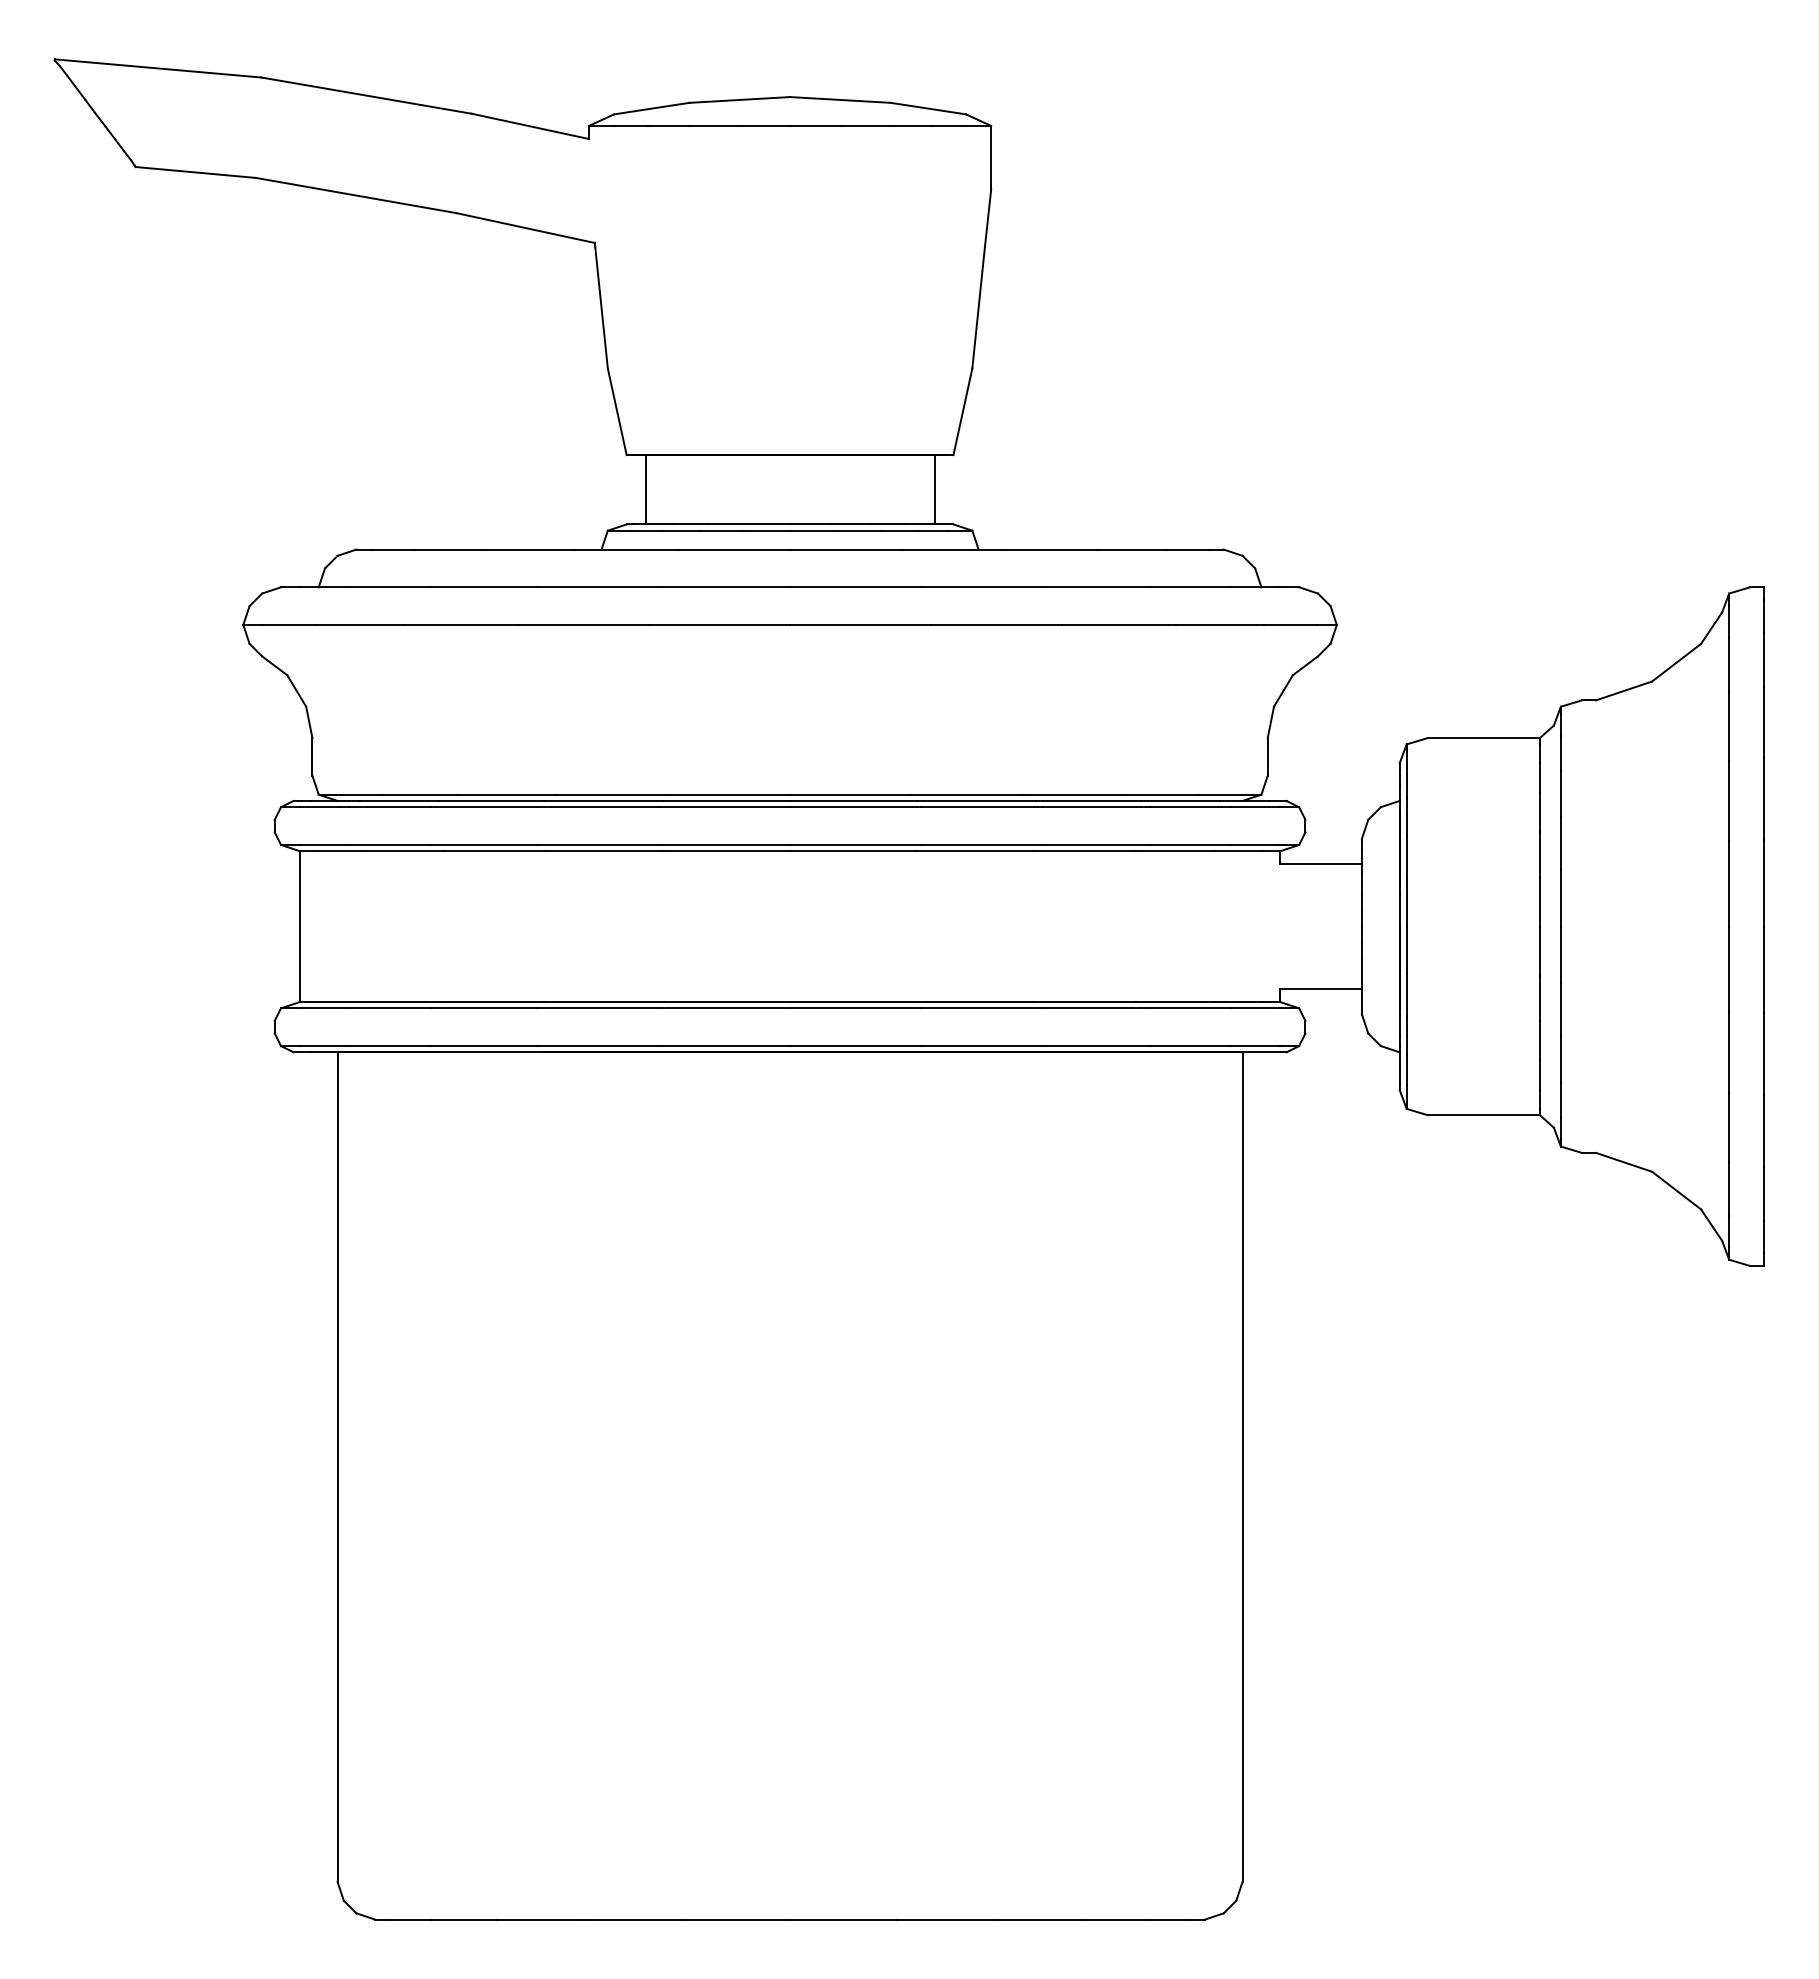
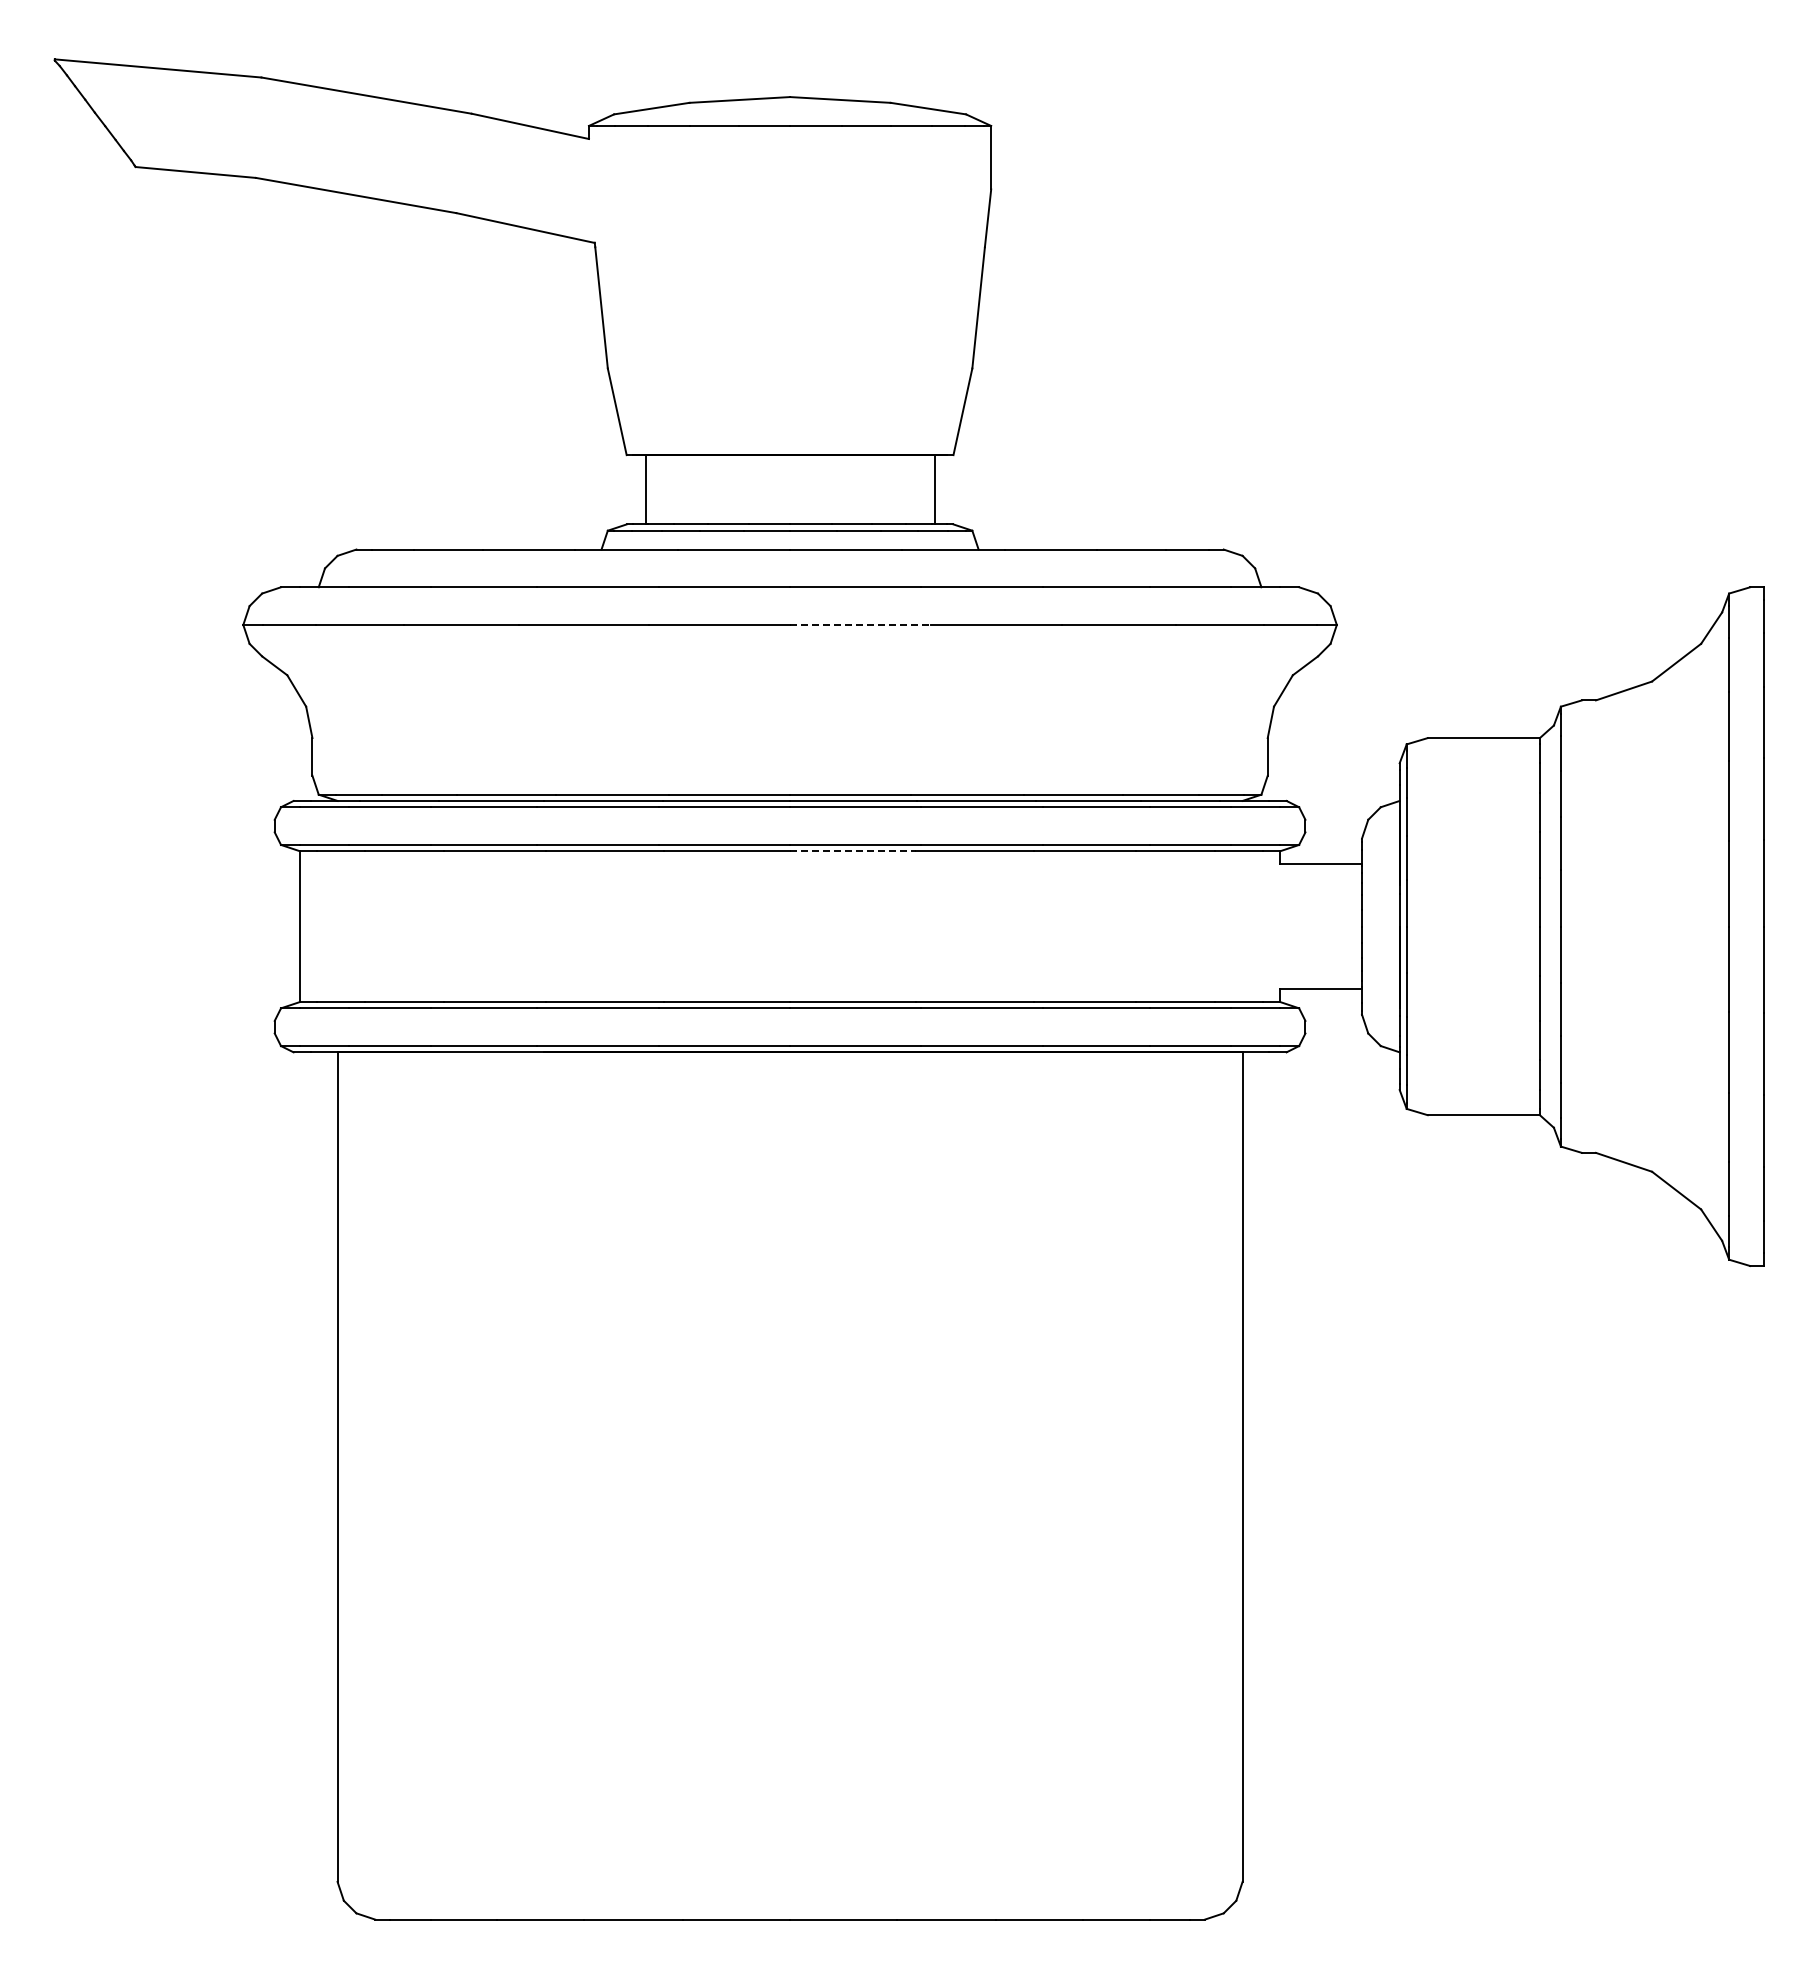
line at (860, 624): solid -> dashed
line at (852, 851): solid -> dashed
